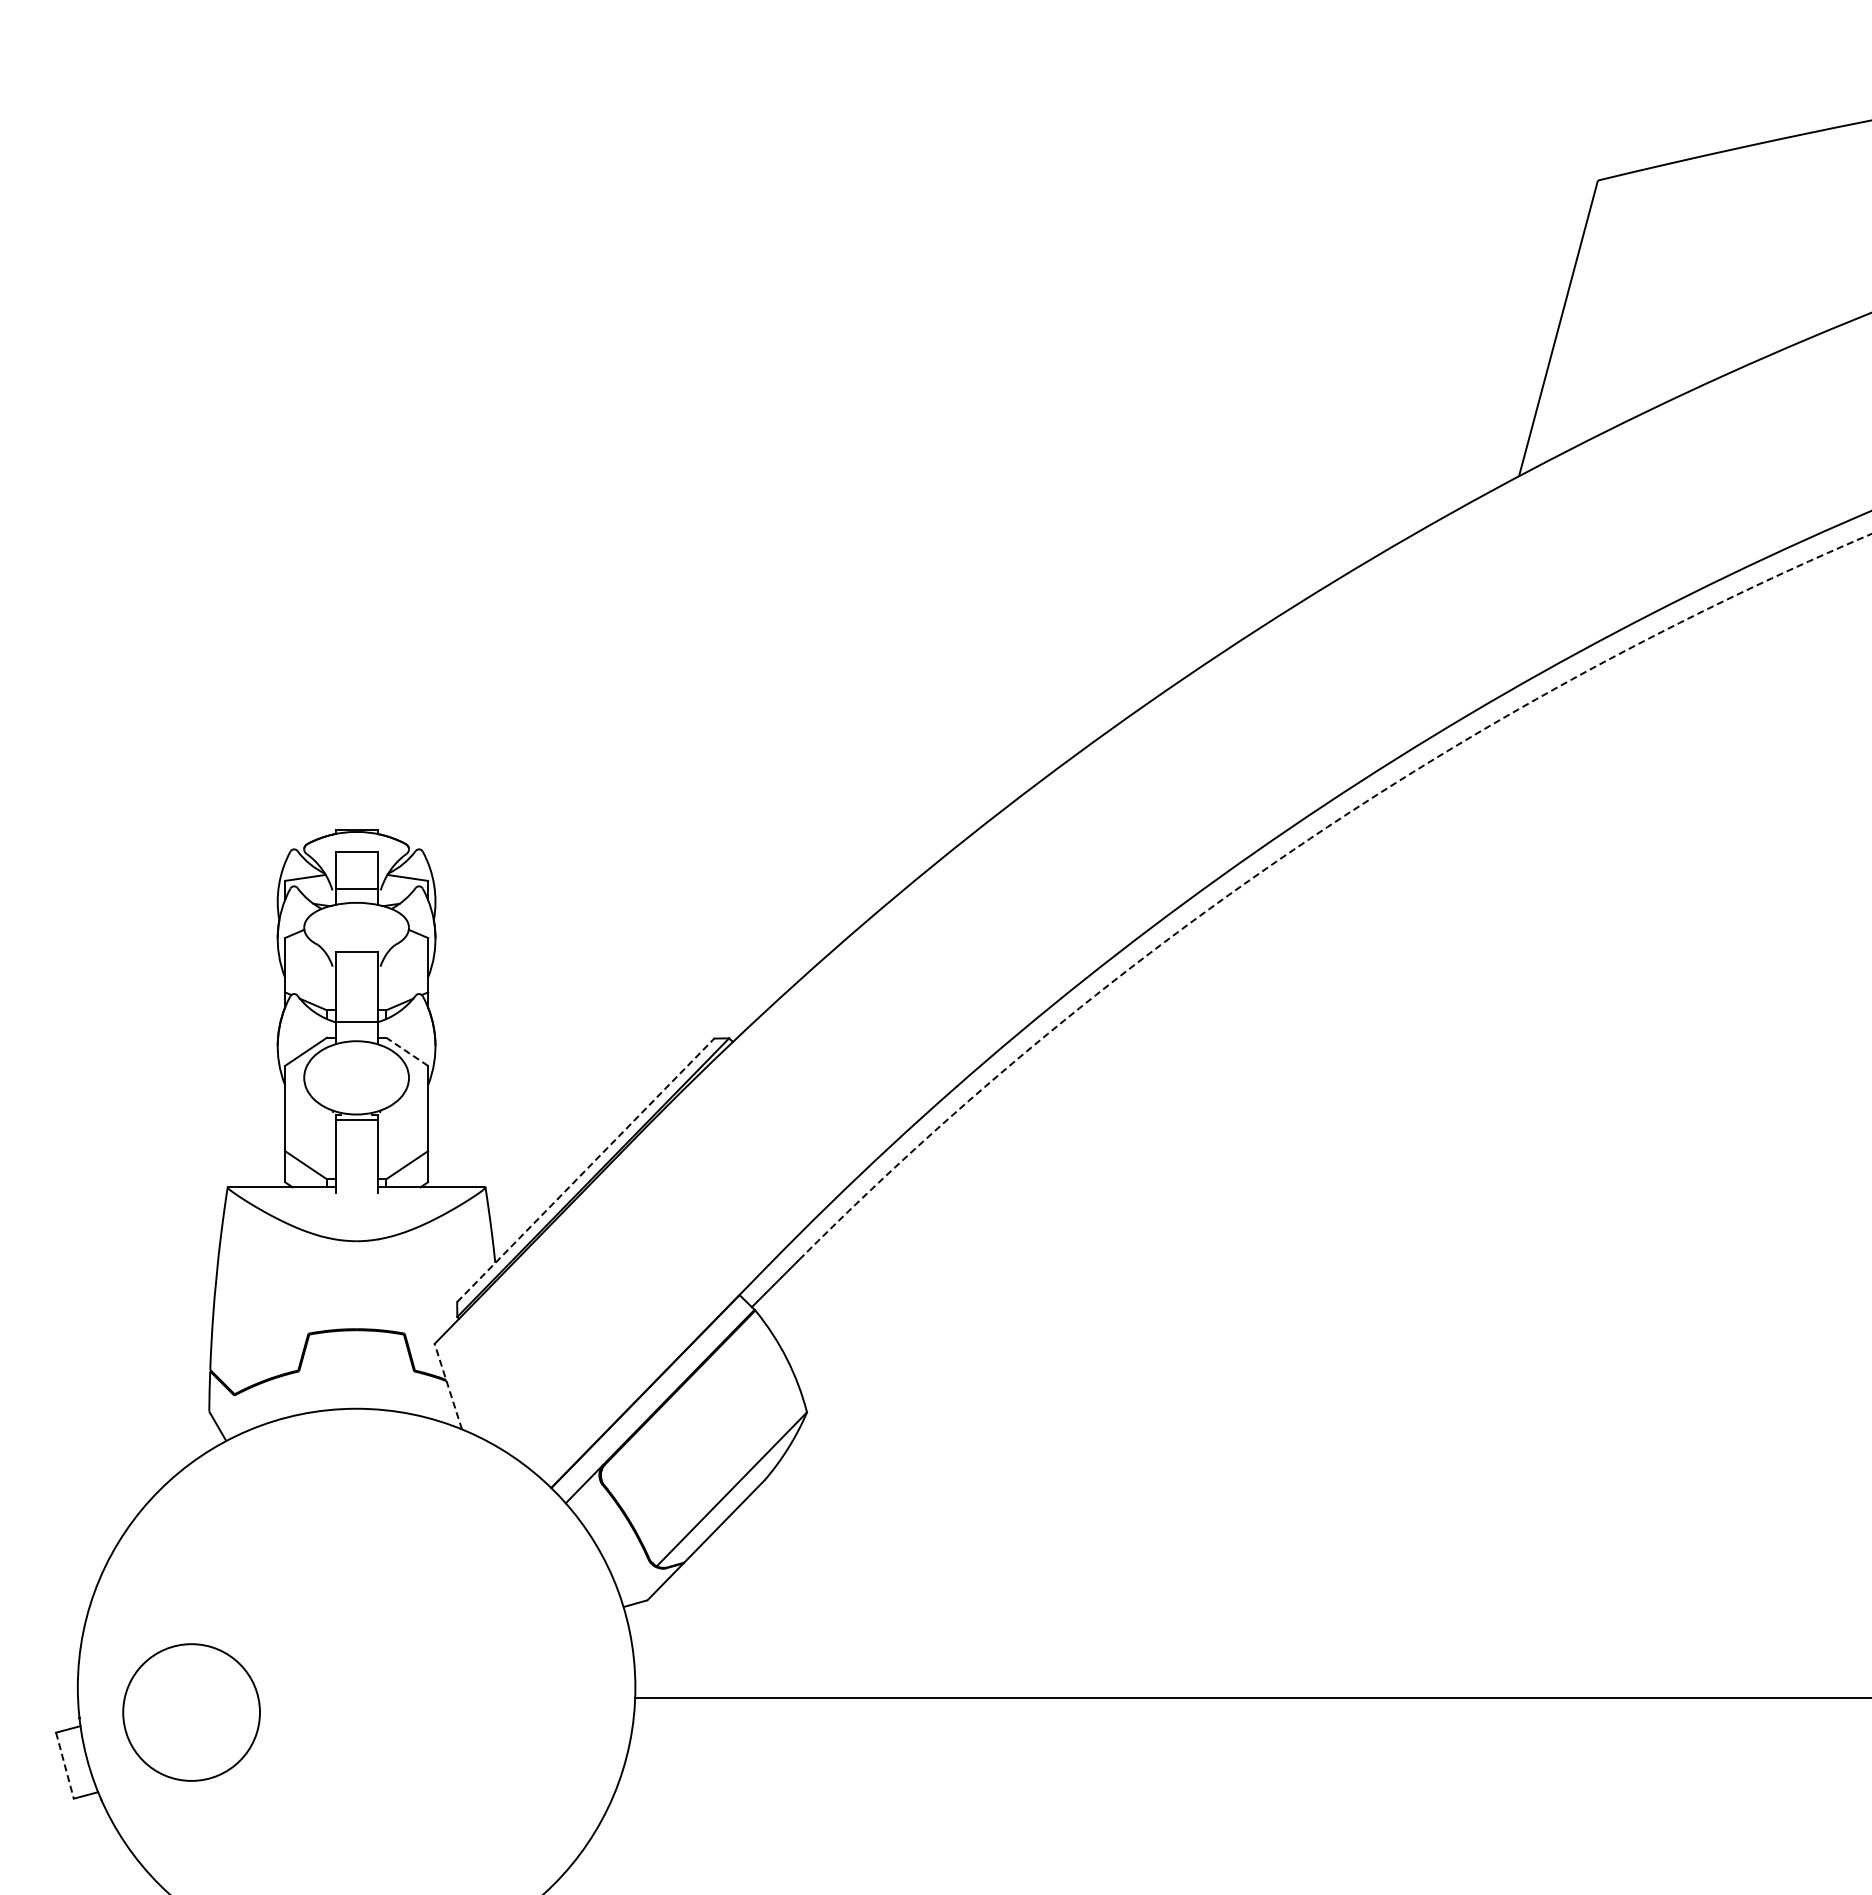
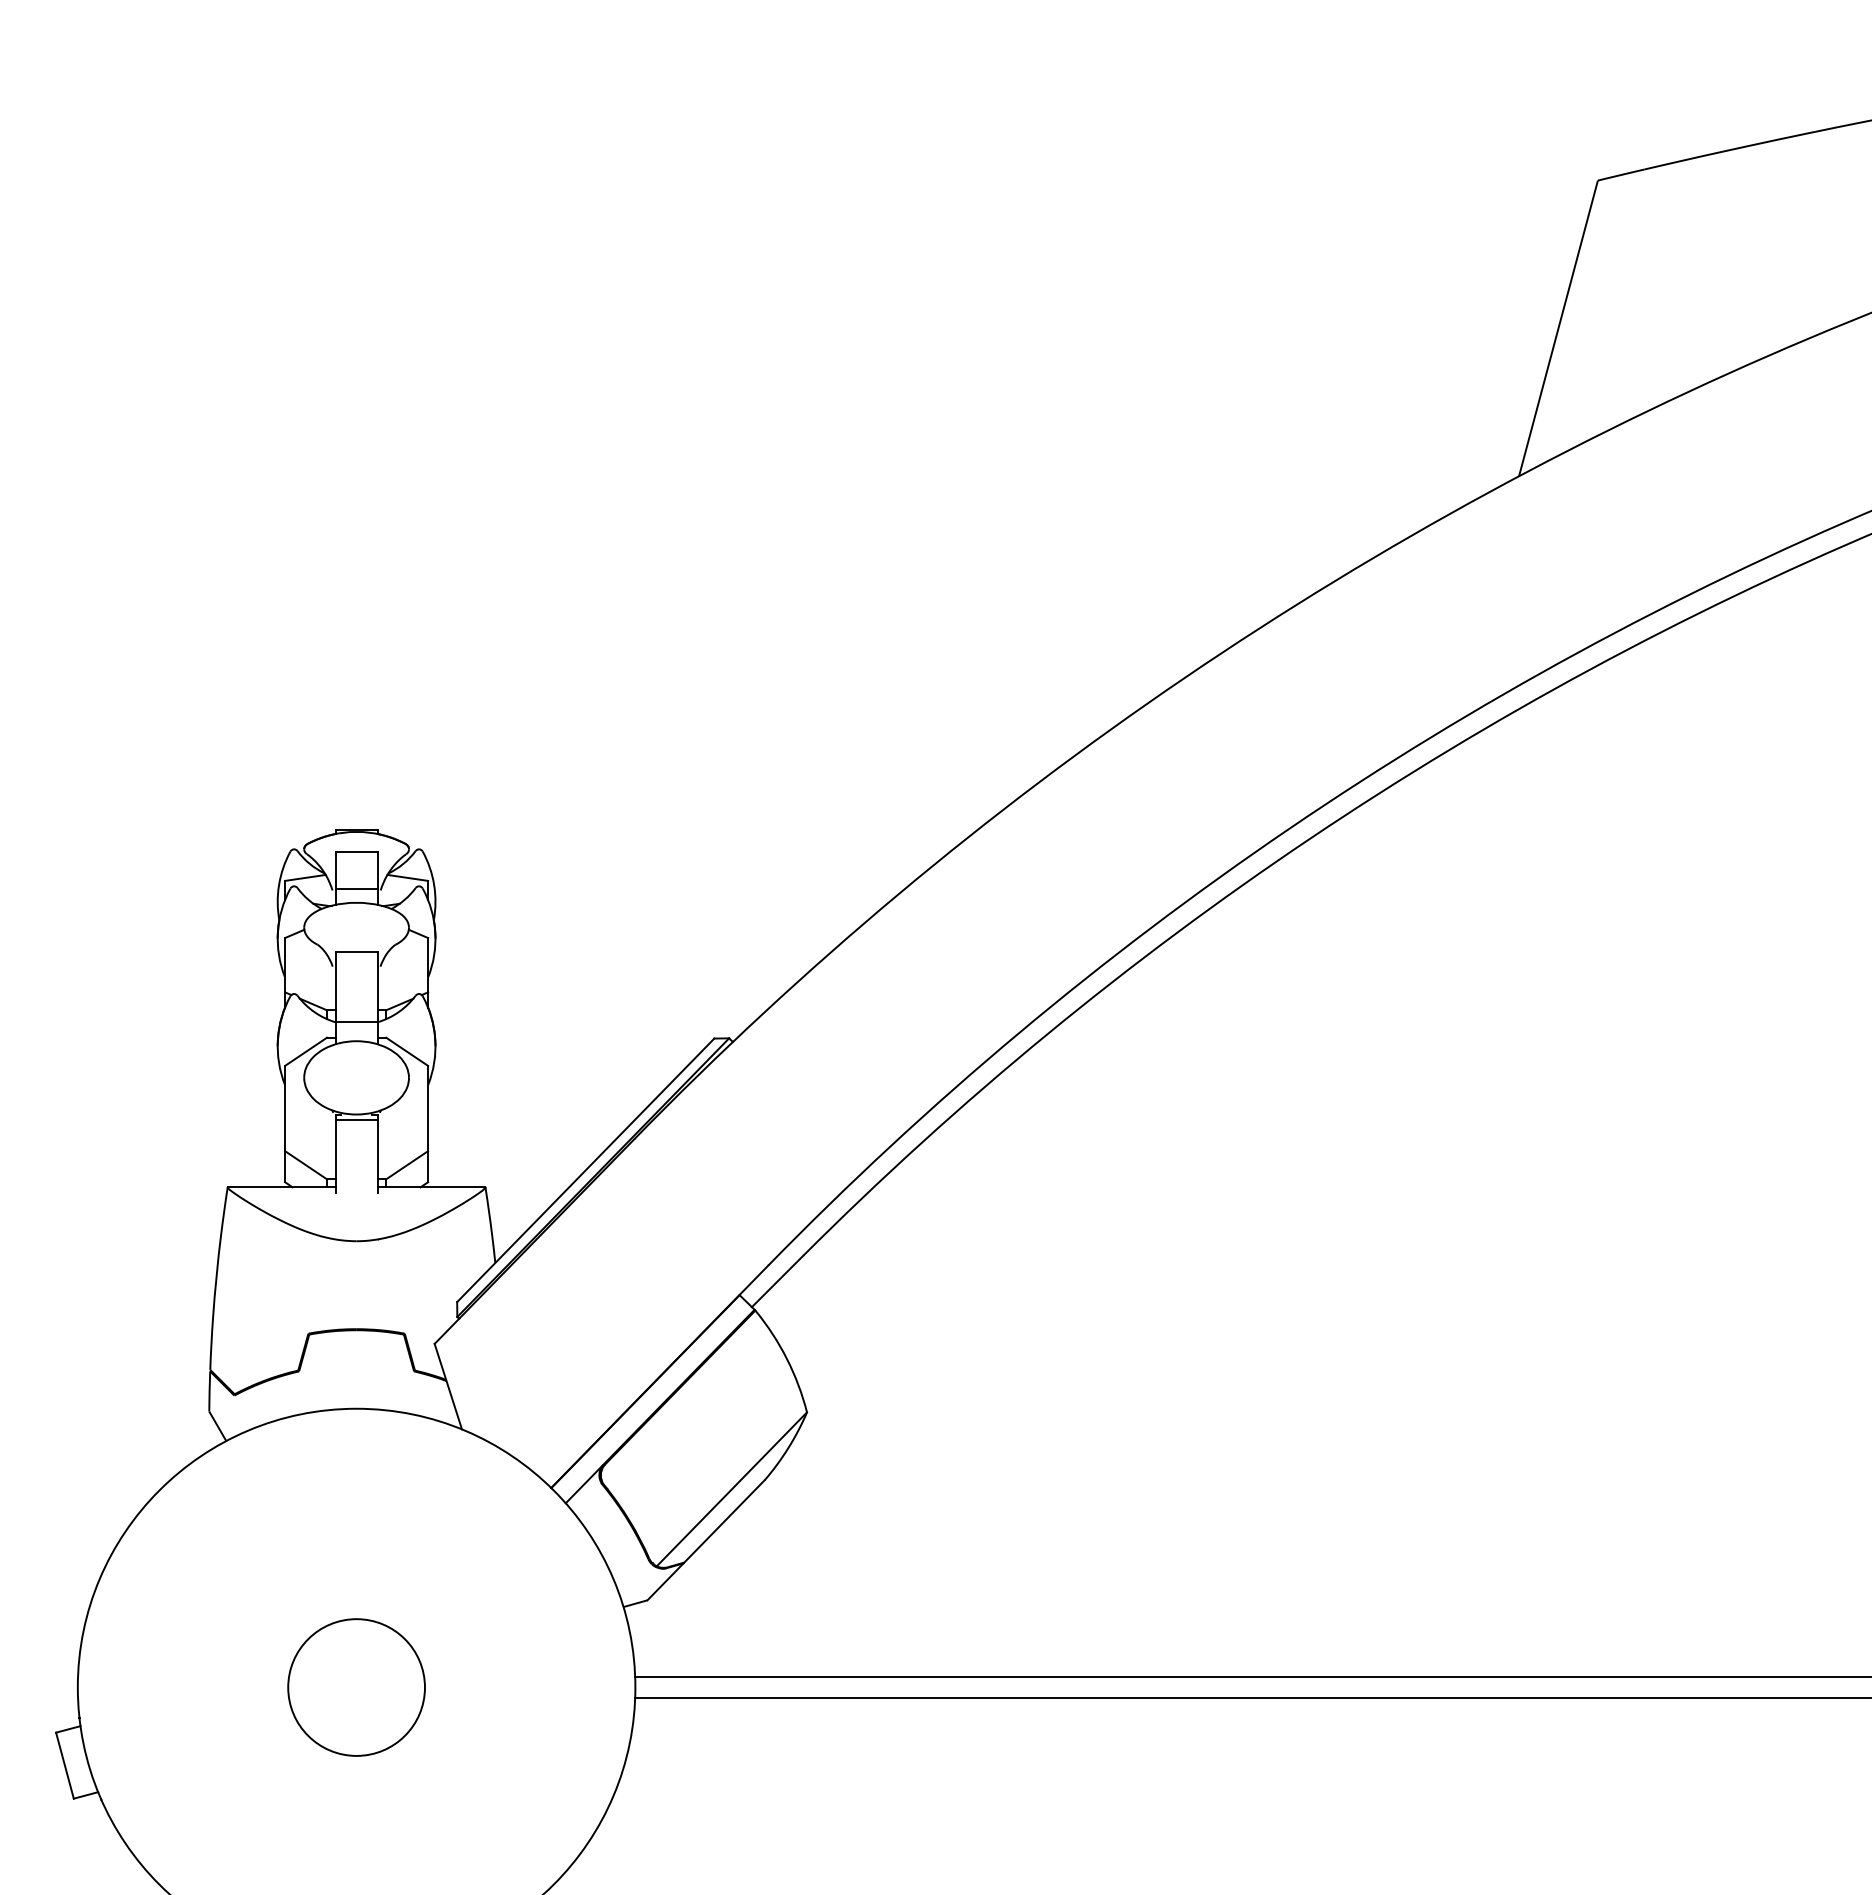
arc at (1303, 843): dashed -> solid
line at (406, 1051): dashed -> solid
line at (586, 1169): dashed -> solid
line at (448, 1386): dashed -> solid
line at (1251, 1677): none -> present
circle at (191, 1712) position: (191, 1712) -> (356, 1687)
line at (65, 1766): dashed -> solid
